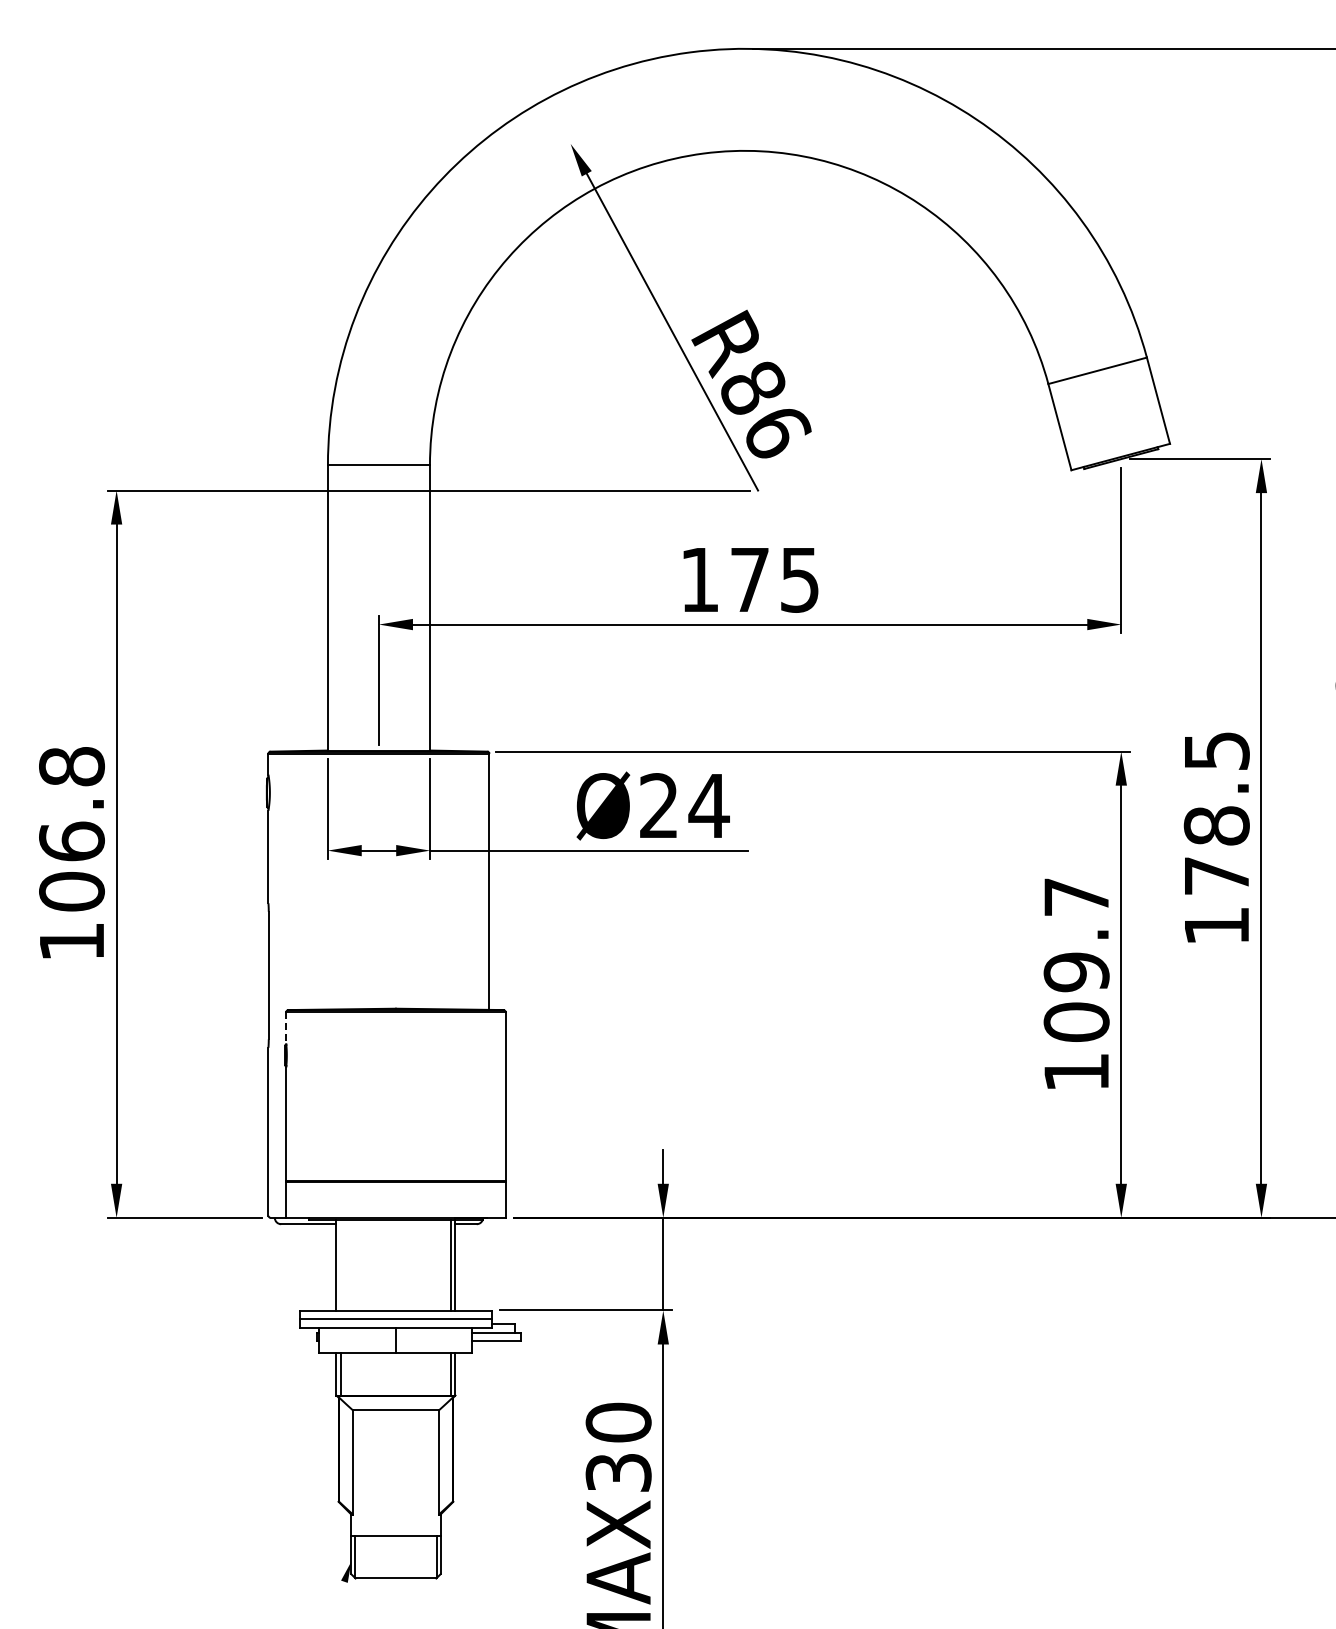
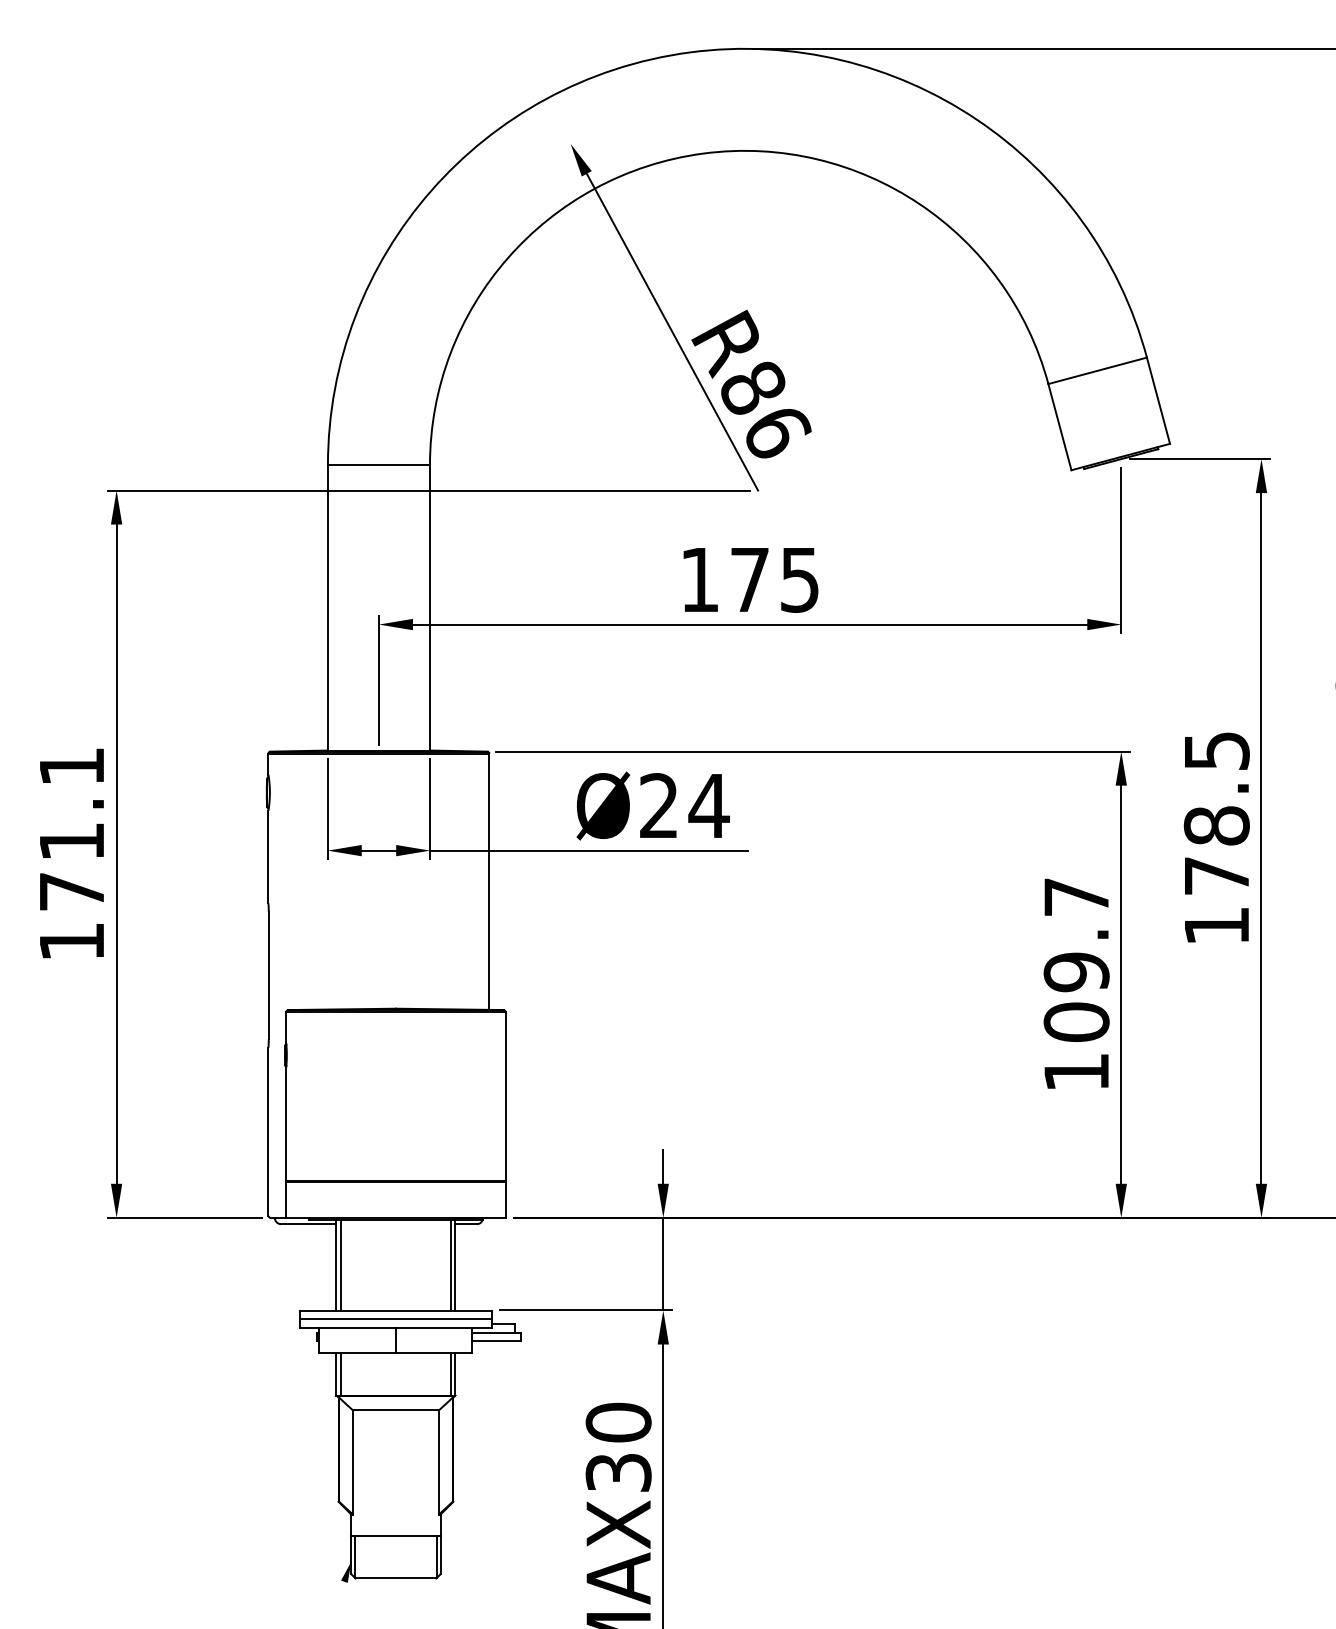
text at (71, 829): 106.8 -> 171.1
line at (286, 1028): dashed -> solid
line at (341, 1264): none -> present
